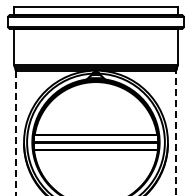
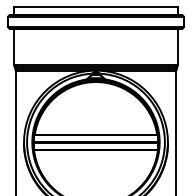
line at (176, 132): dashed -> solid
line at (15, 133): dashed -> solid
